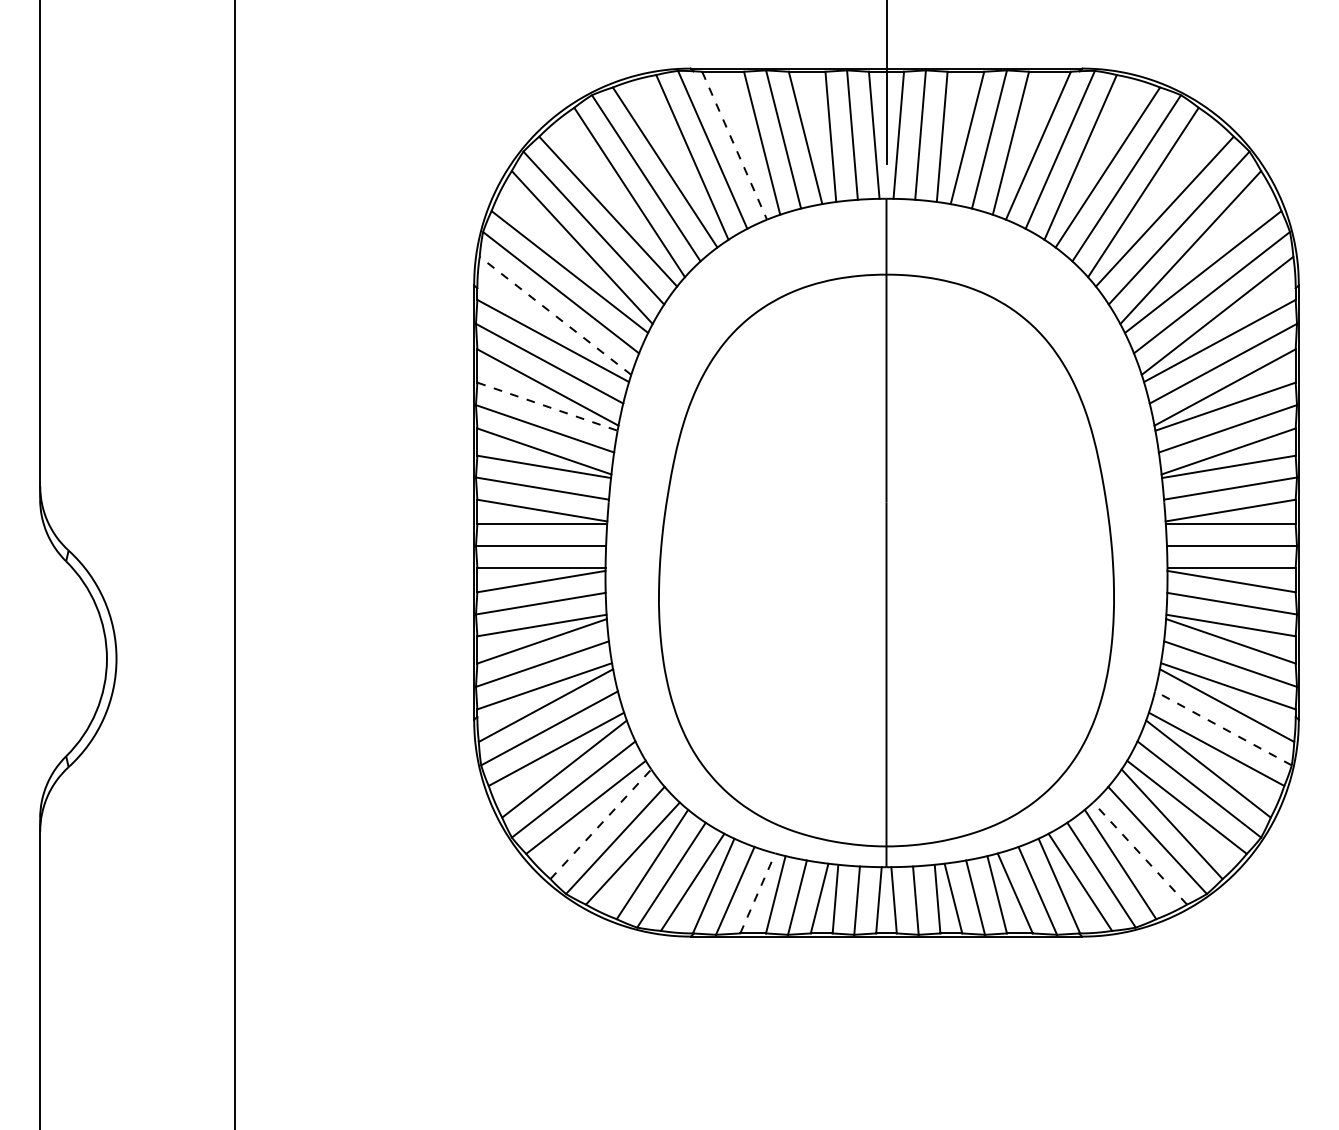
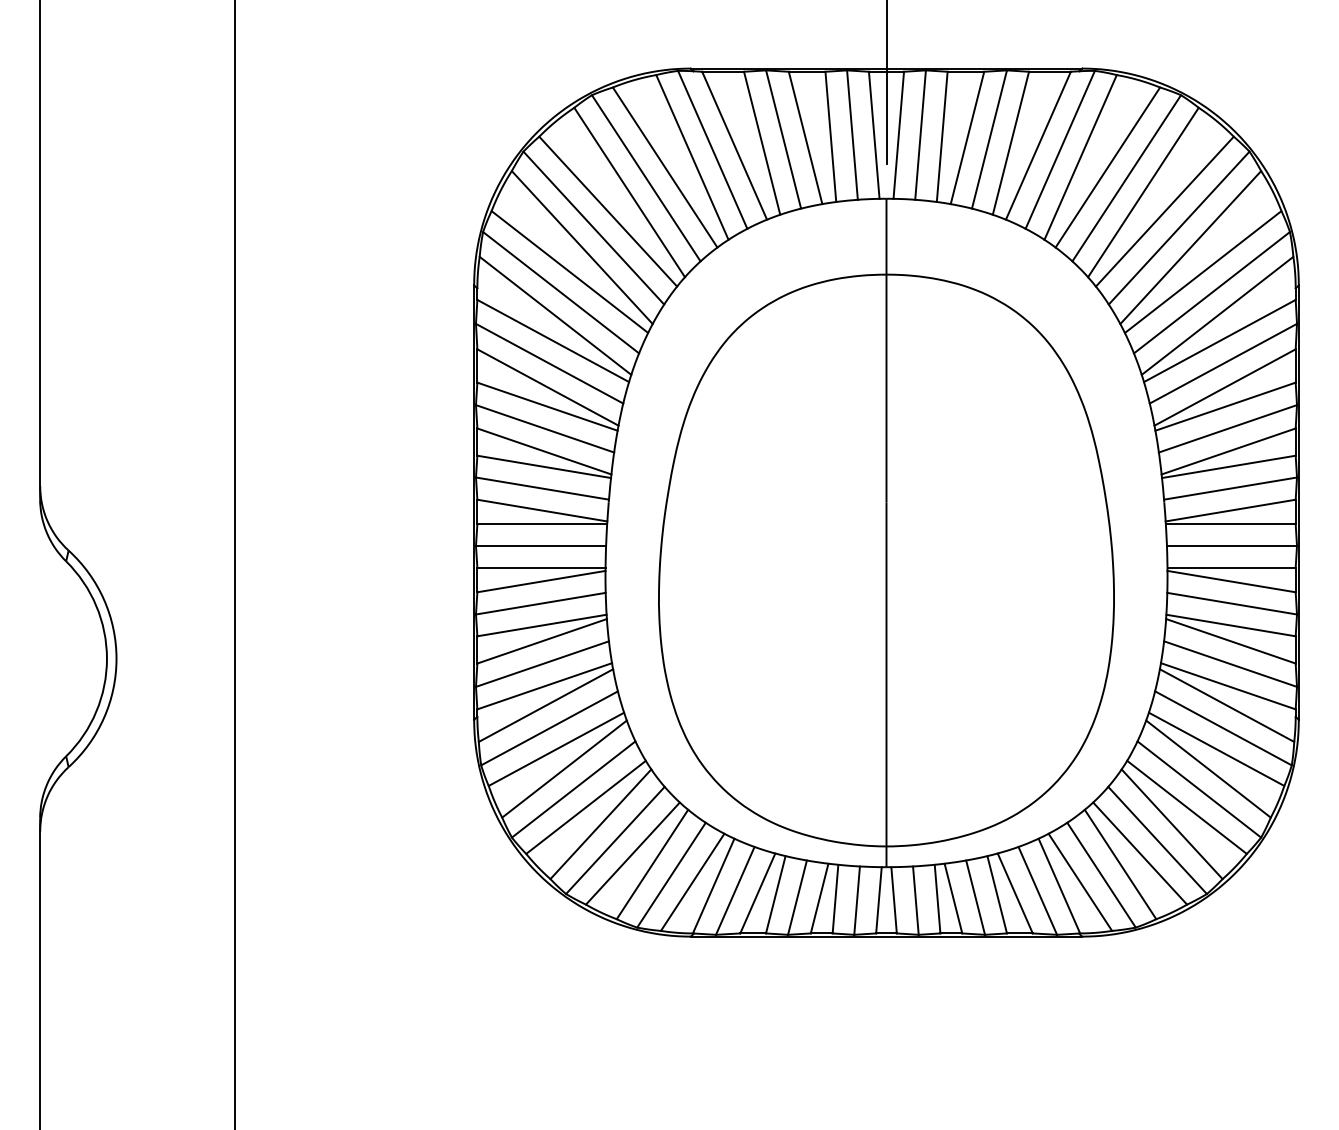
line at (734, 145): dashed -> solid
line at (555, 315): dashed -> solid
line at (547, 406): dashed -> solid
line at (1223, 728): dashed -> solid
line at (601, 823): dashed -> solid
line at (1139, 853): dashed -> solid
line at (757, 893): dashed -> solid
